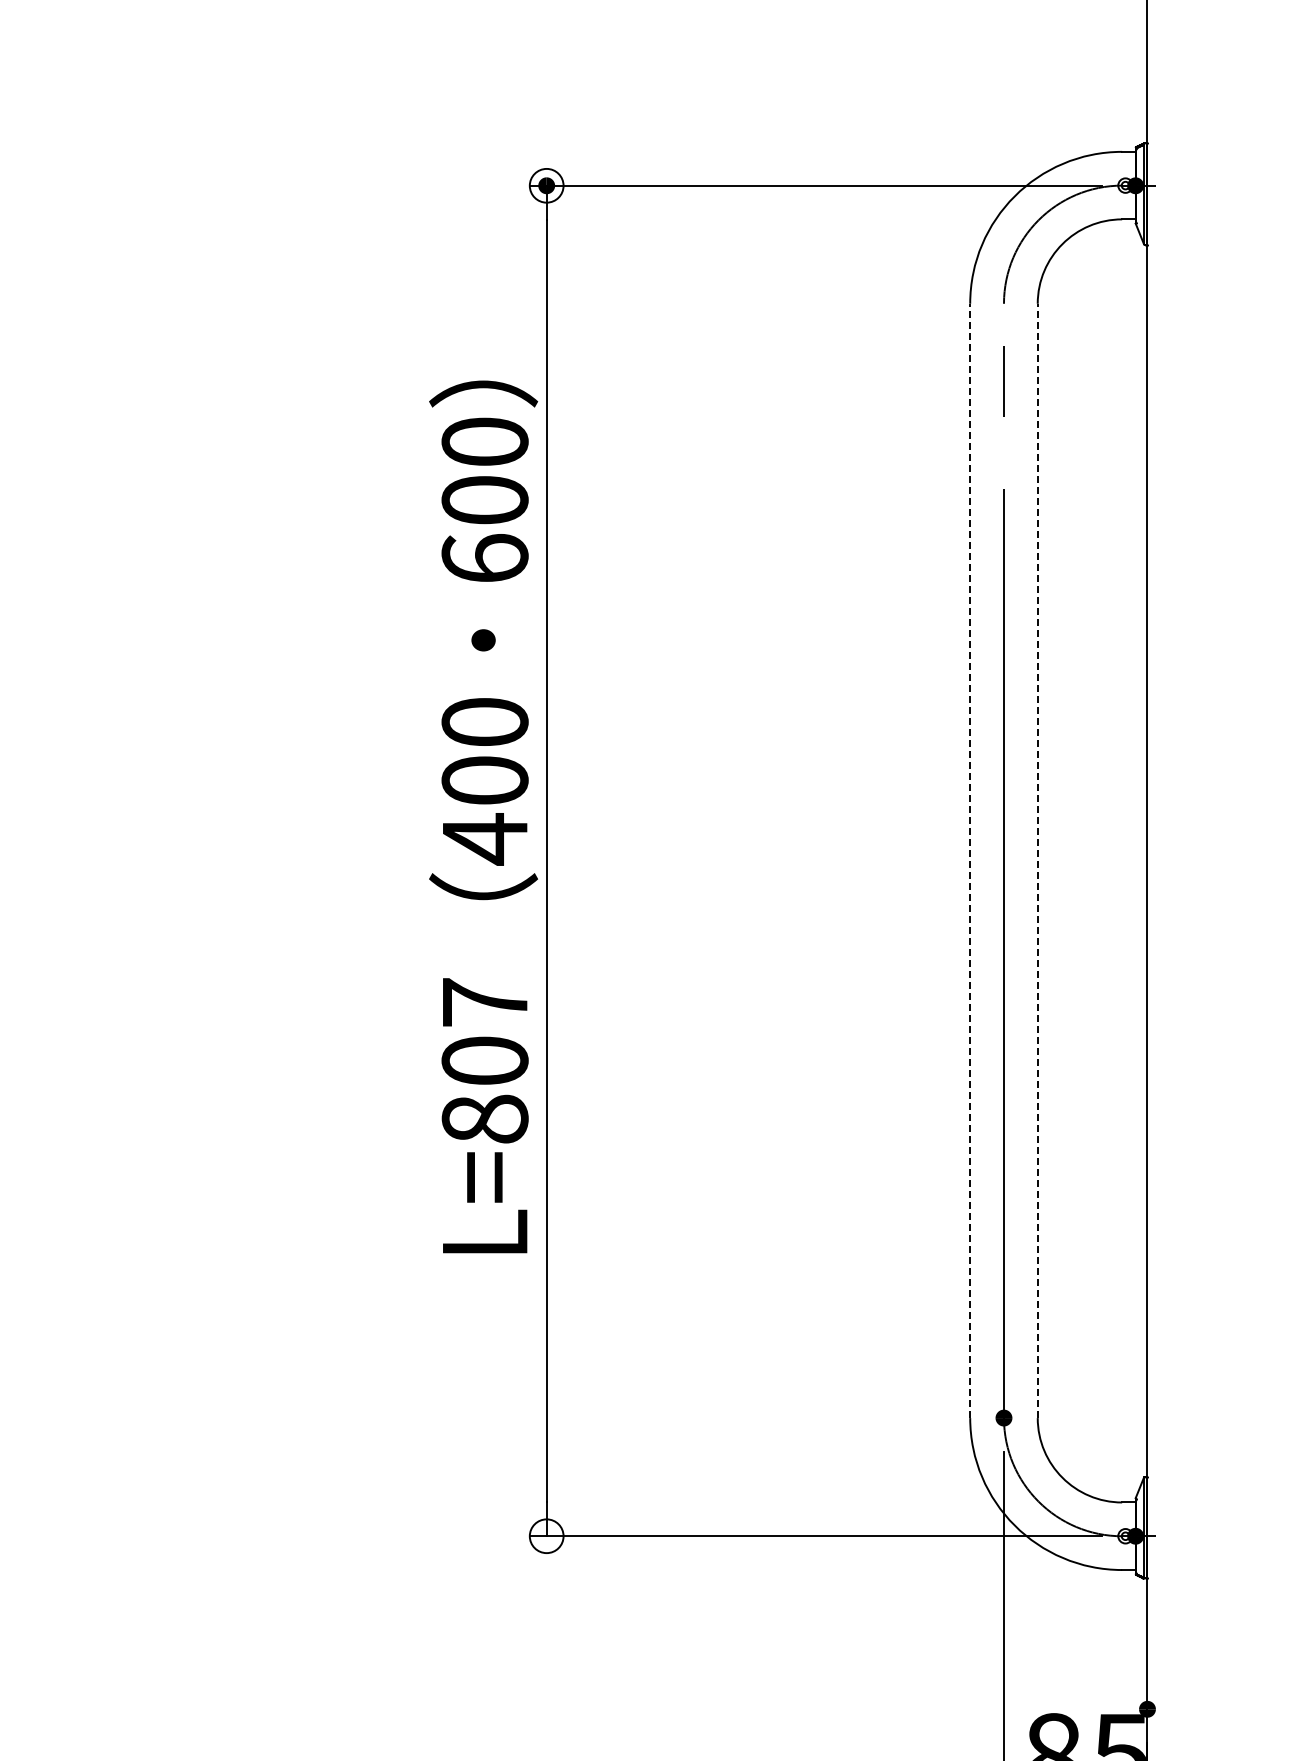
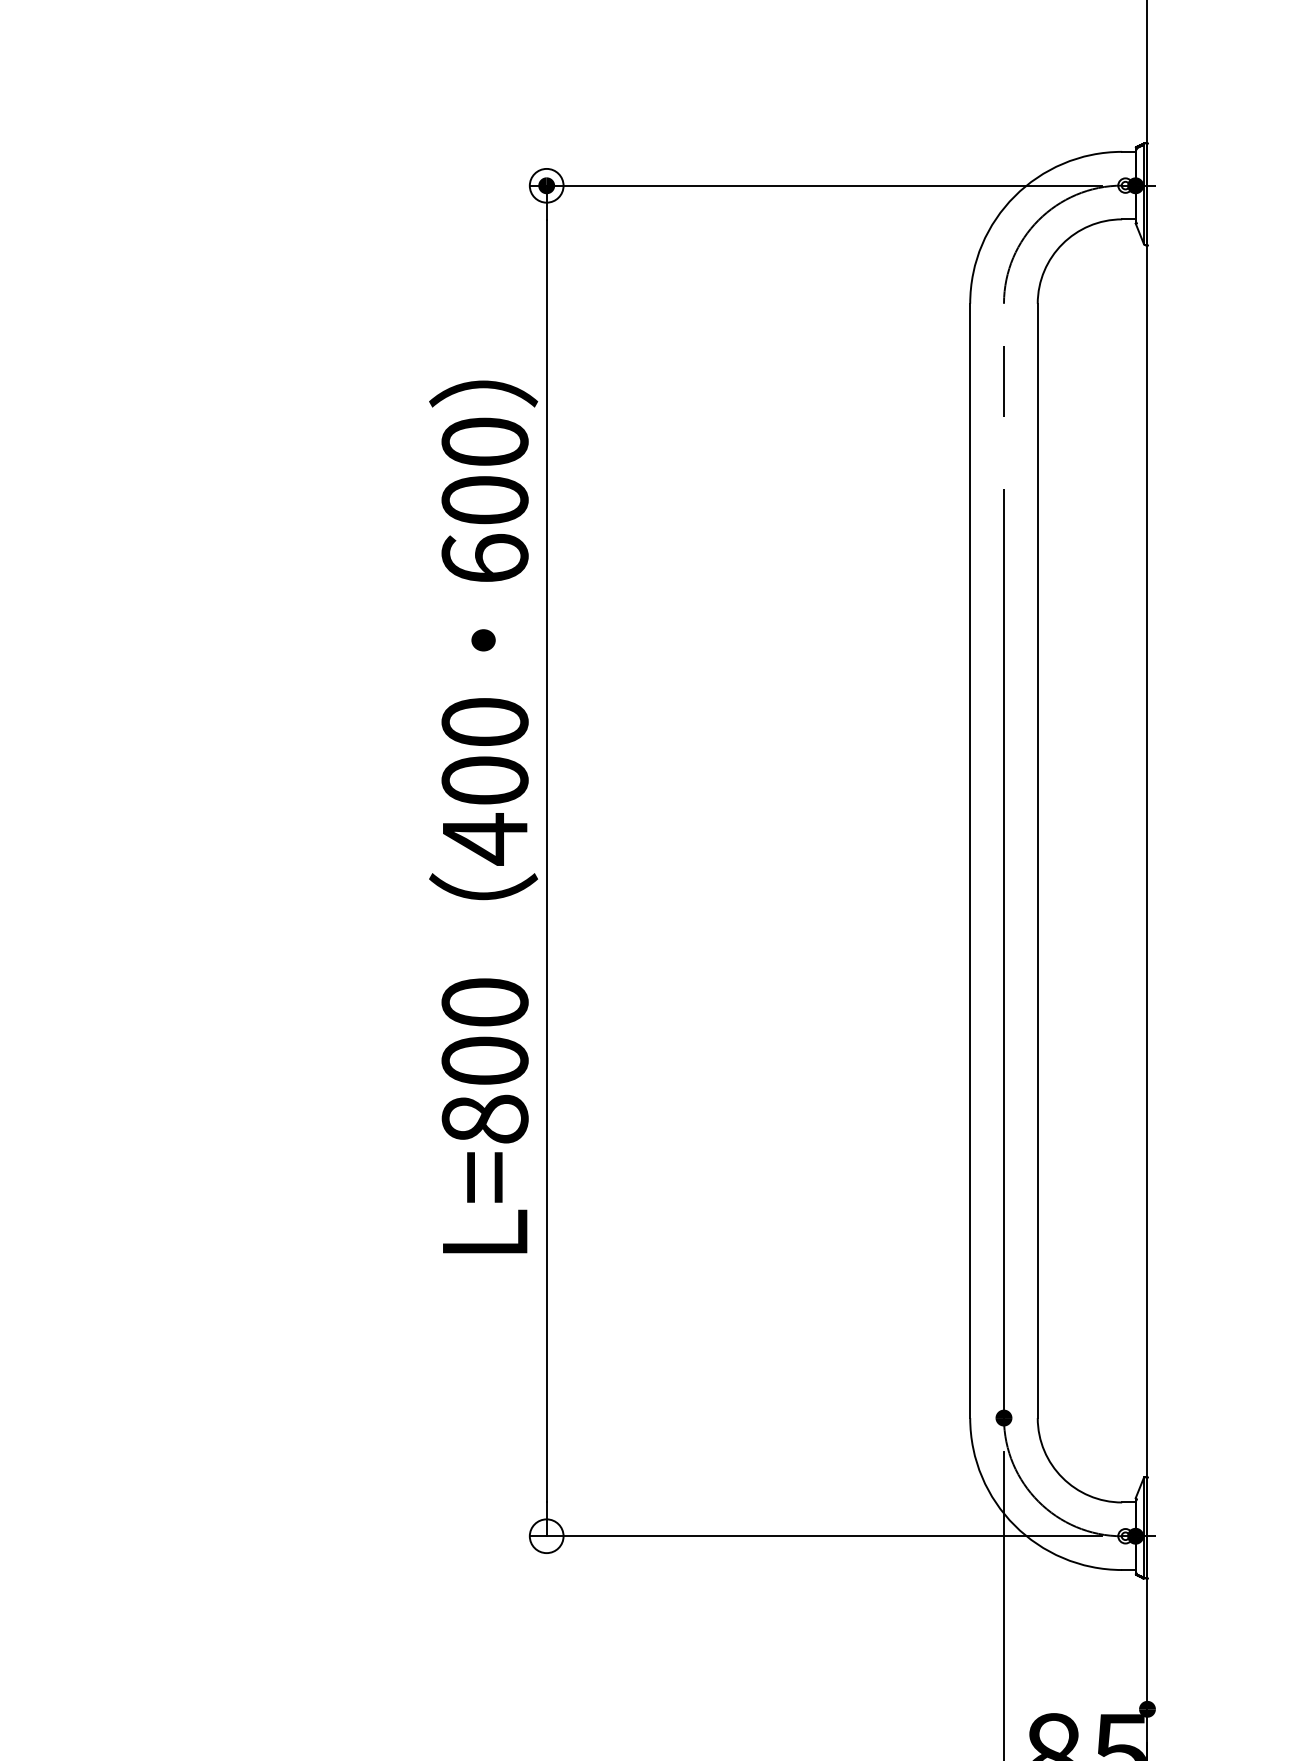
line at (970, 860): dashed -> solid
line at (1037, 860): dashed -> solid
text at (484, 1002): L=807 -> L=800
